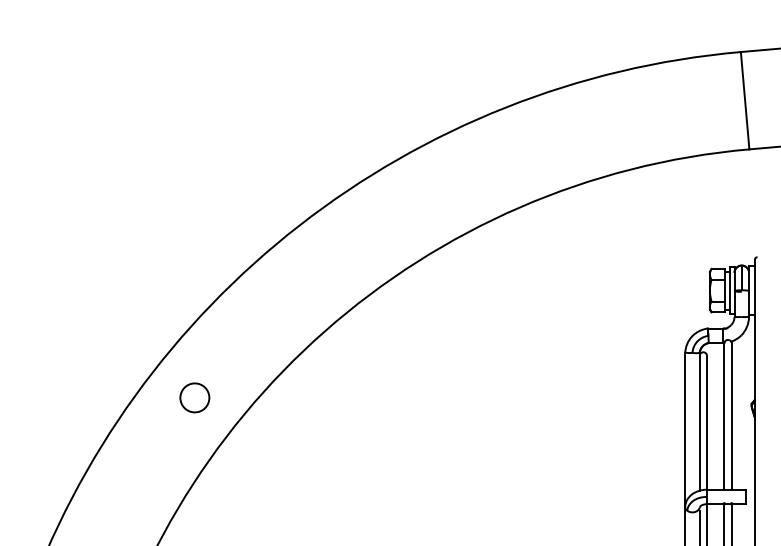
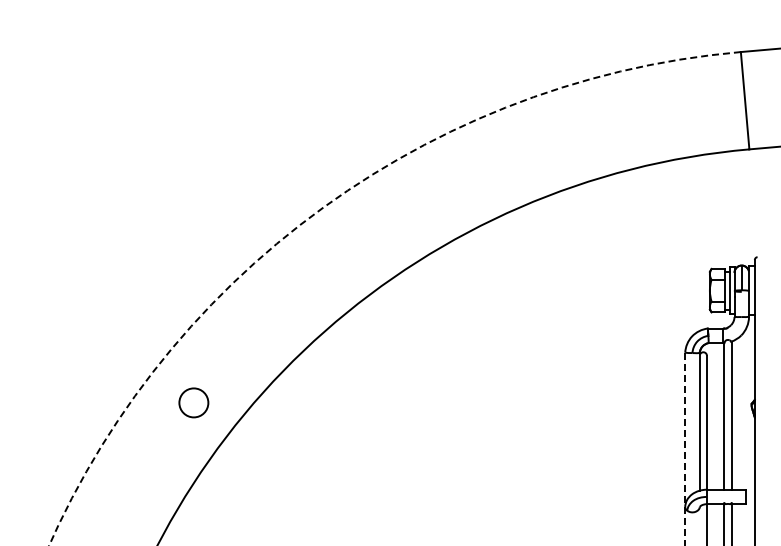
arc at (327, 204): solid -> dashed
circle at (194, 397) position: (194, 397) -> (193, 402)
line at (685, 449): solid -> dashed
line at (699, 526): present -> none
